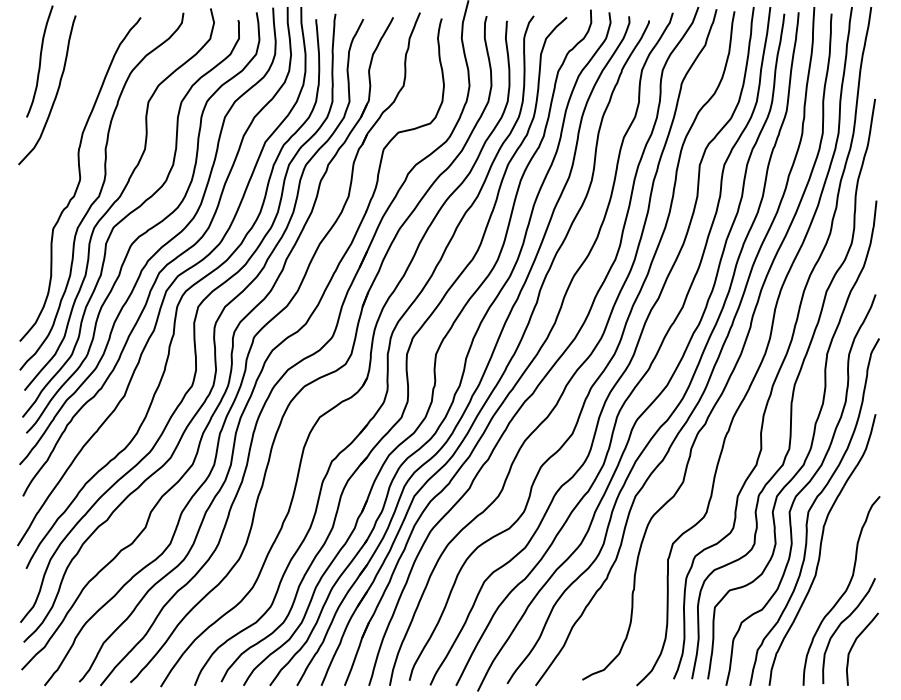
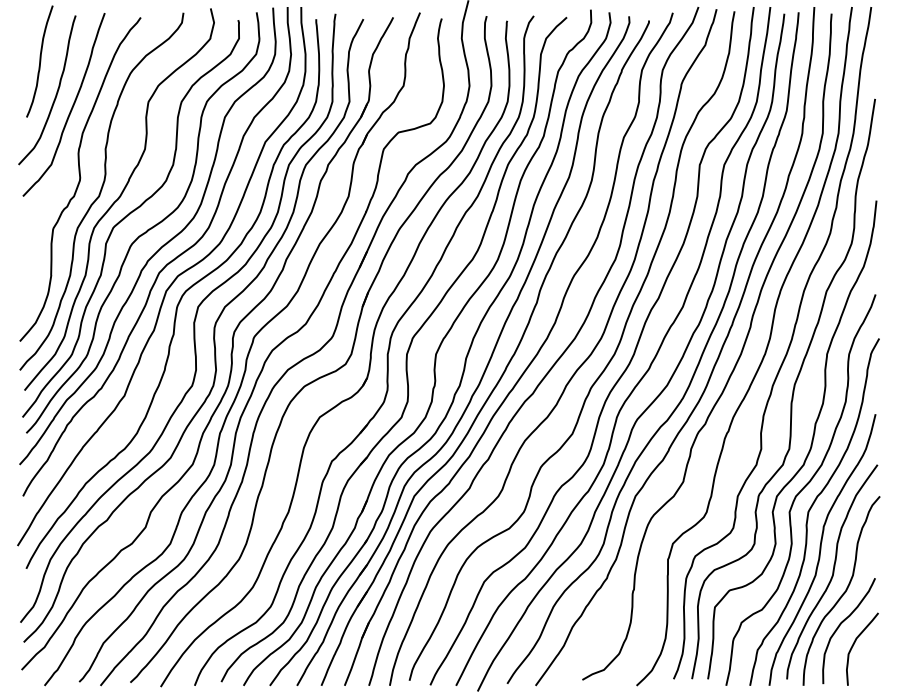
curve at (71, 107): none -> present
curve at (832, 571): none -> present
